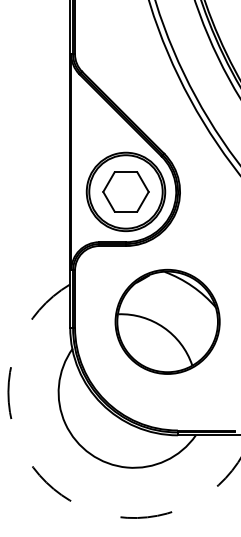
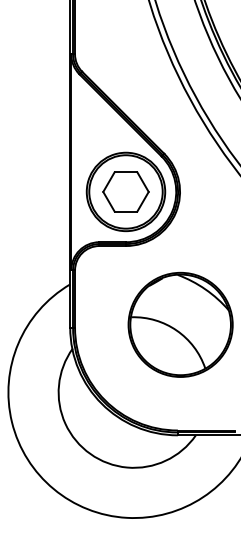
part at (167, 321) position: (167, 321) -> (180, 324)
arc at (44, 480): dashed -> solid
